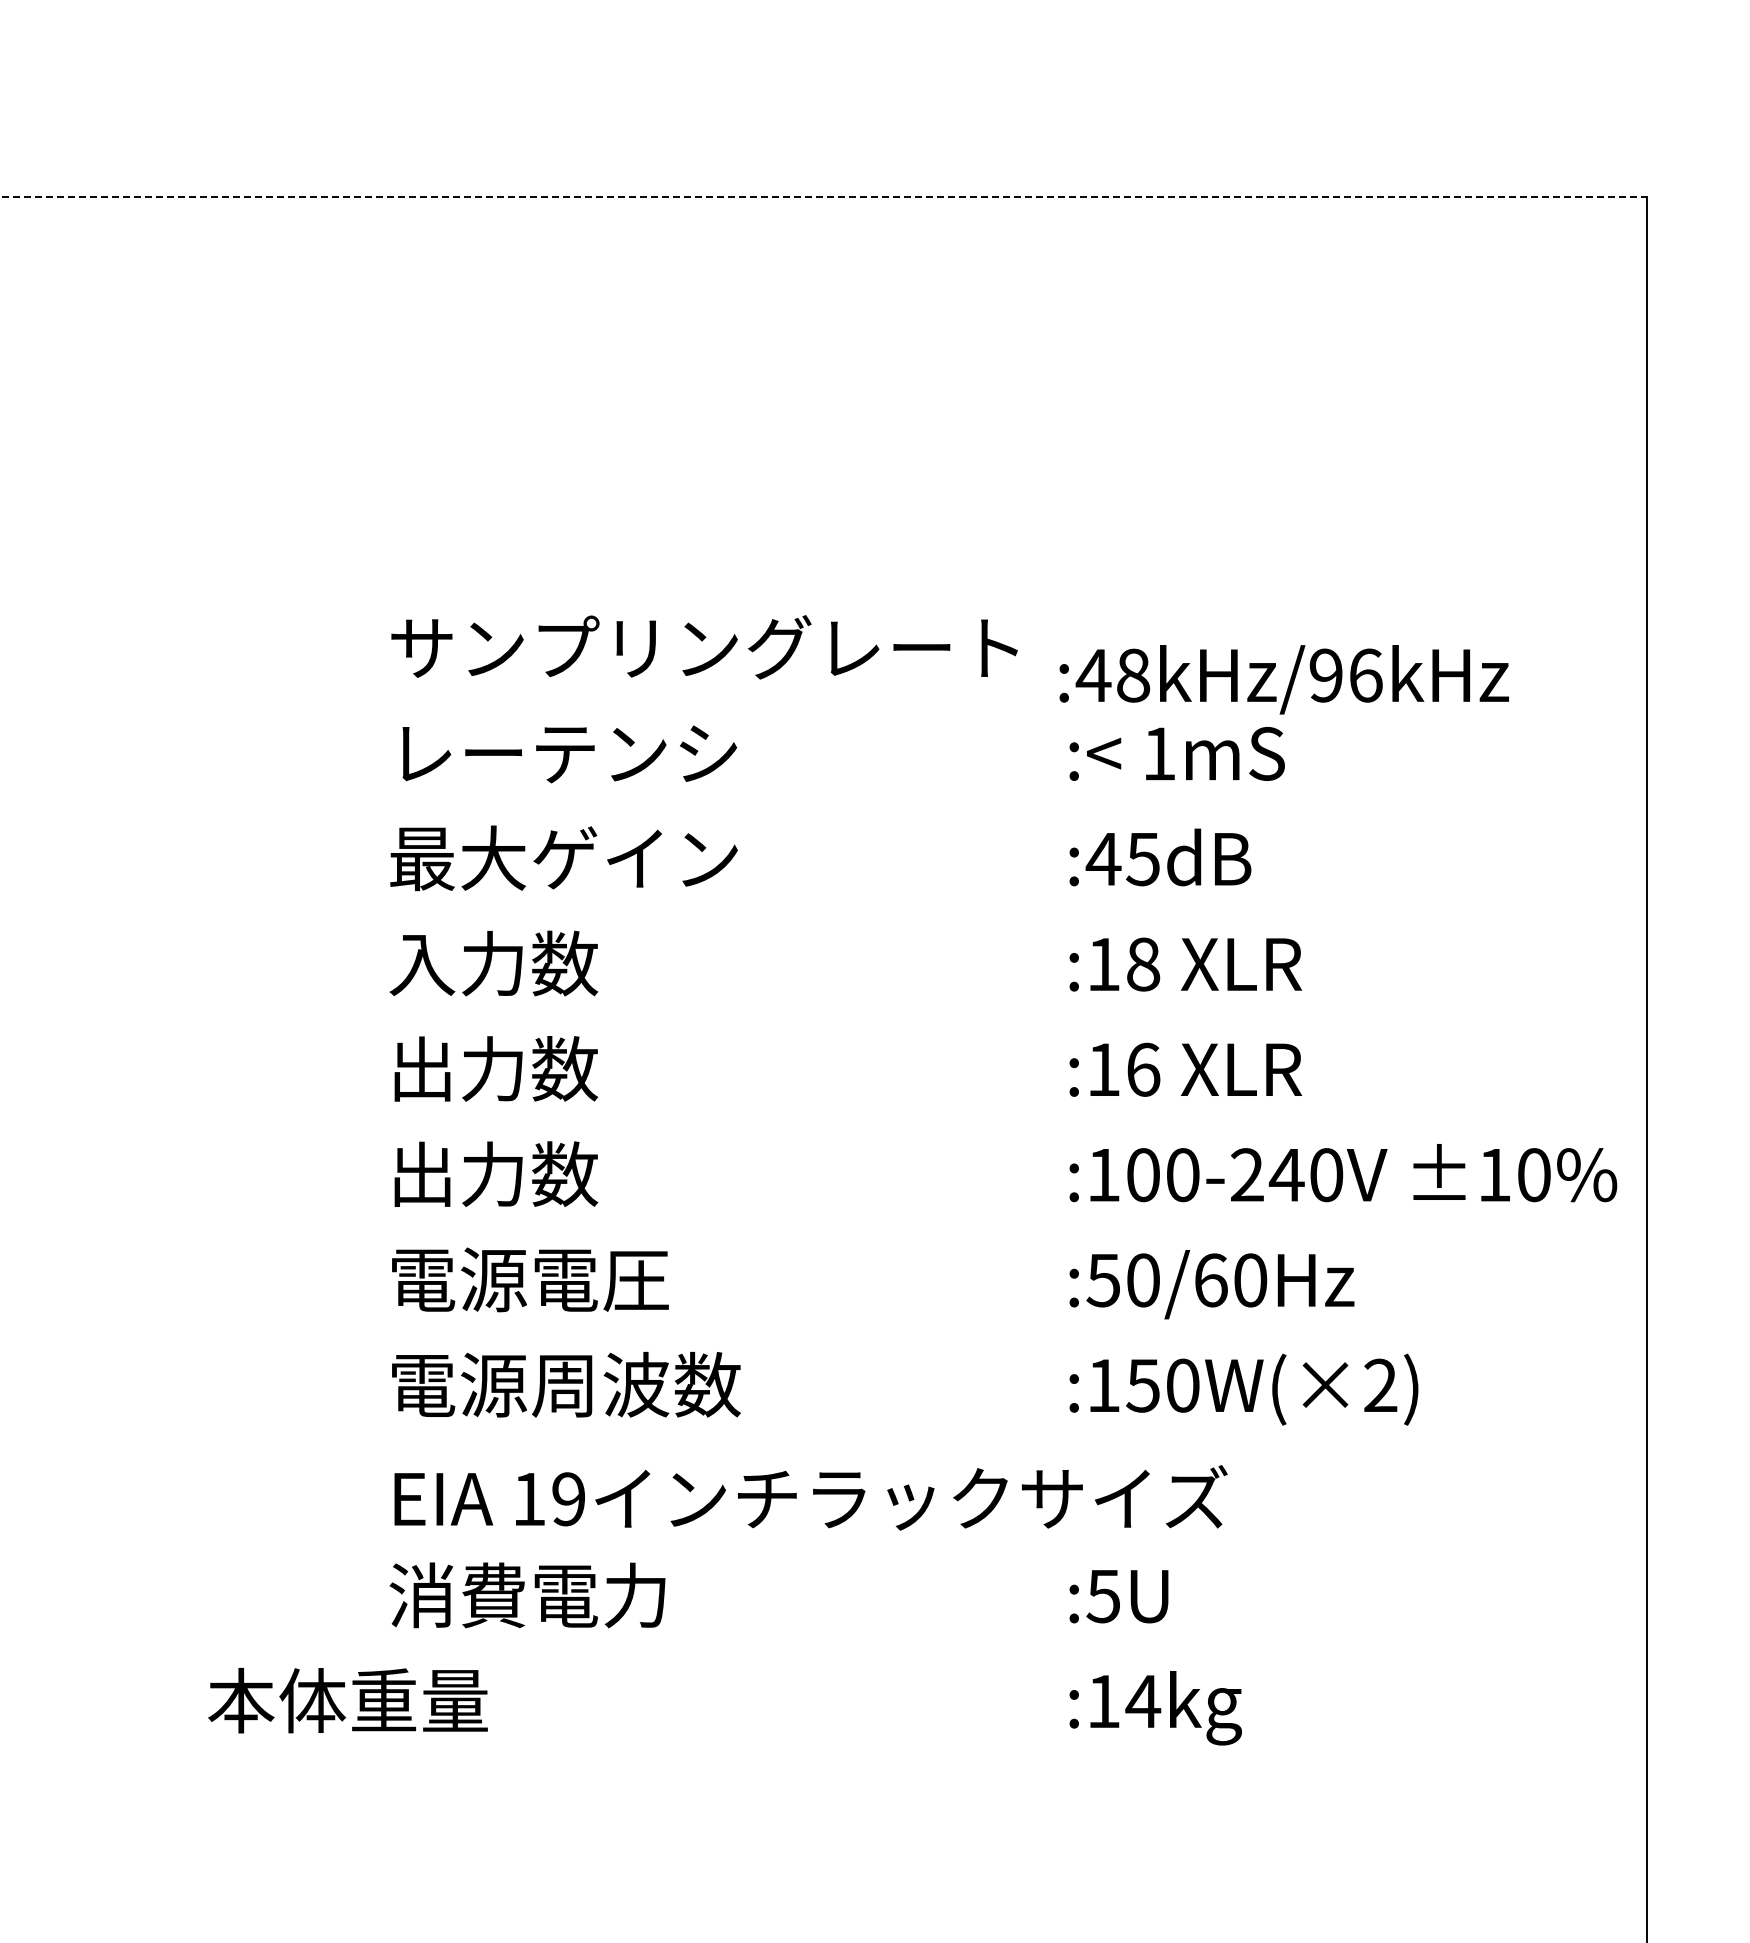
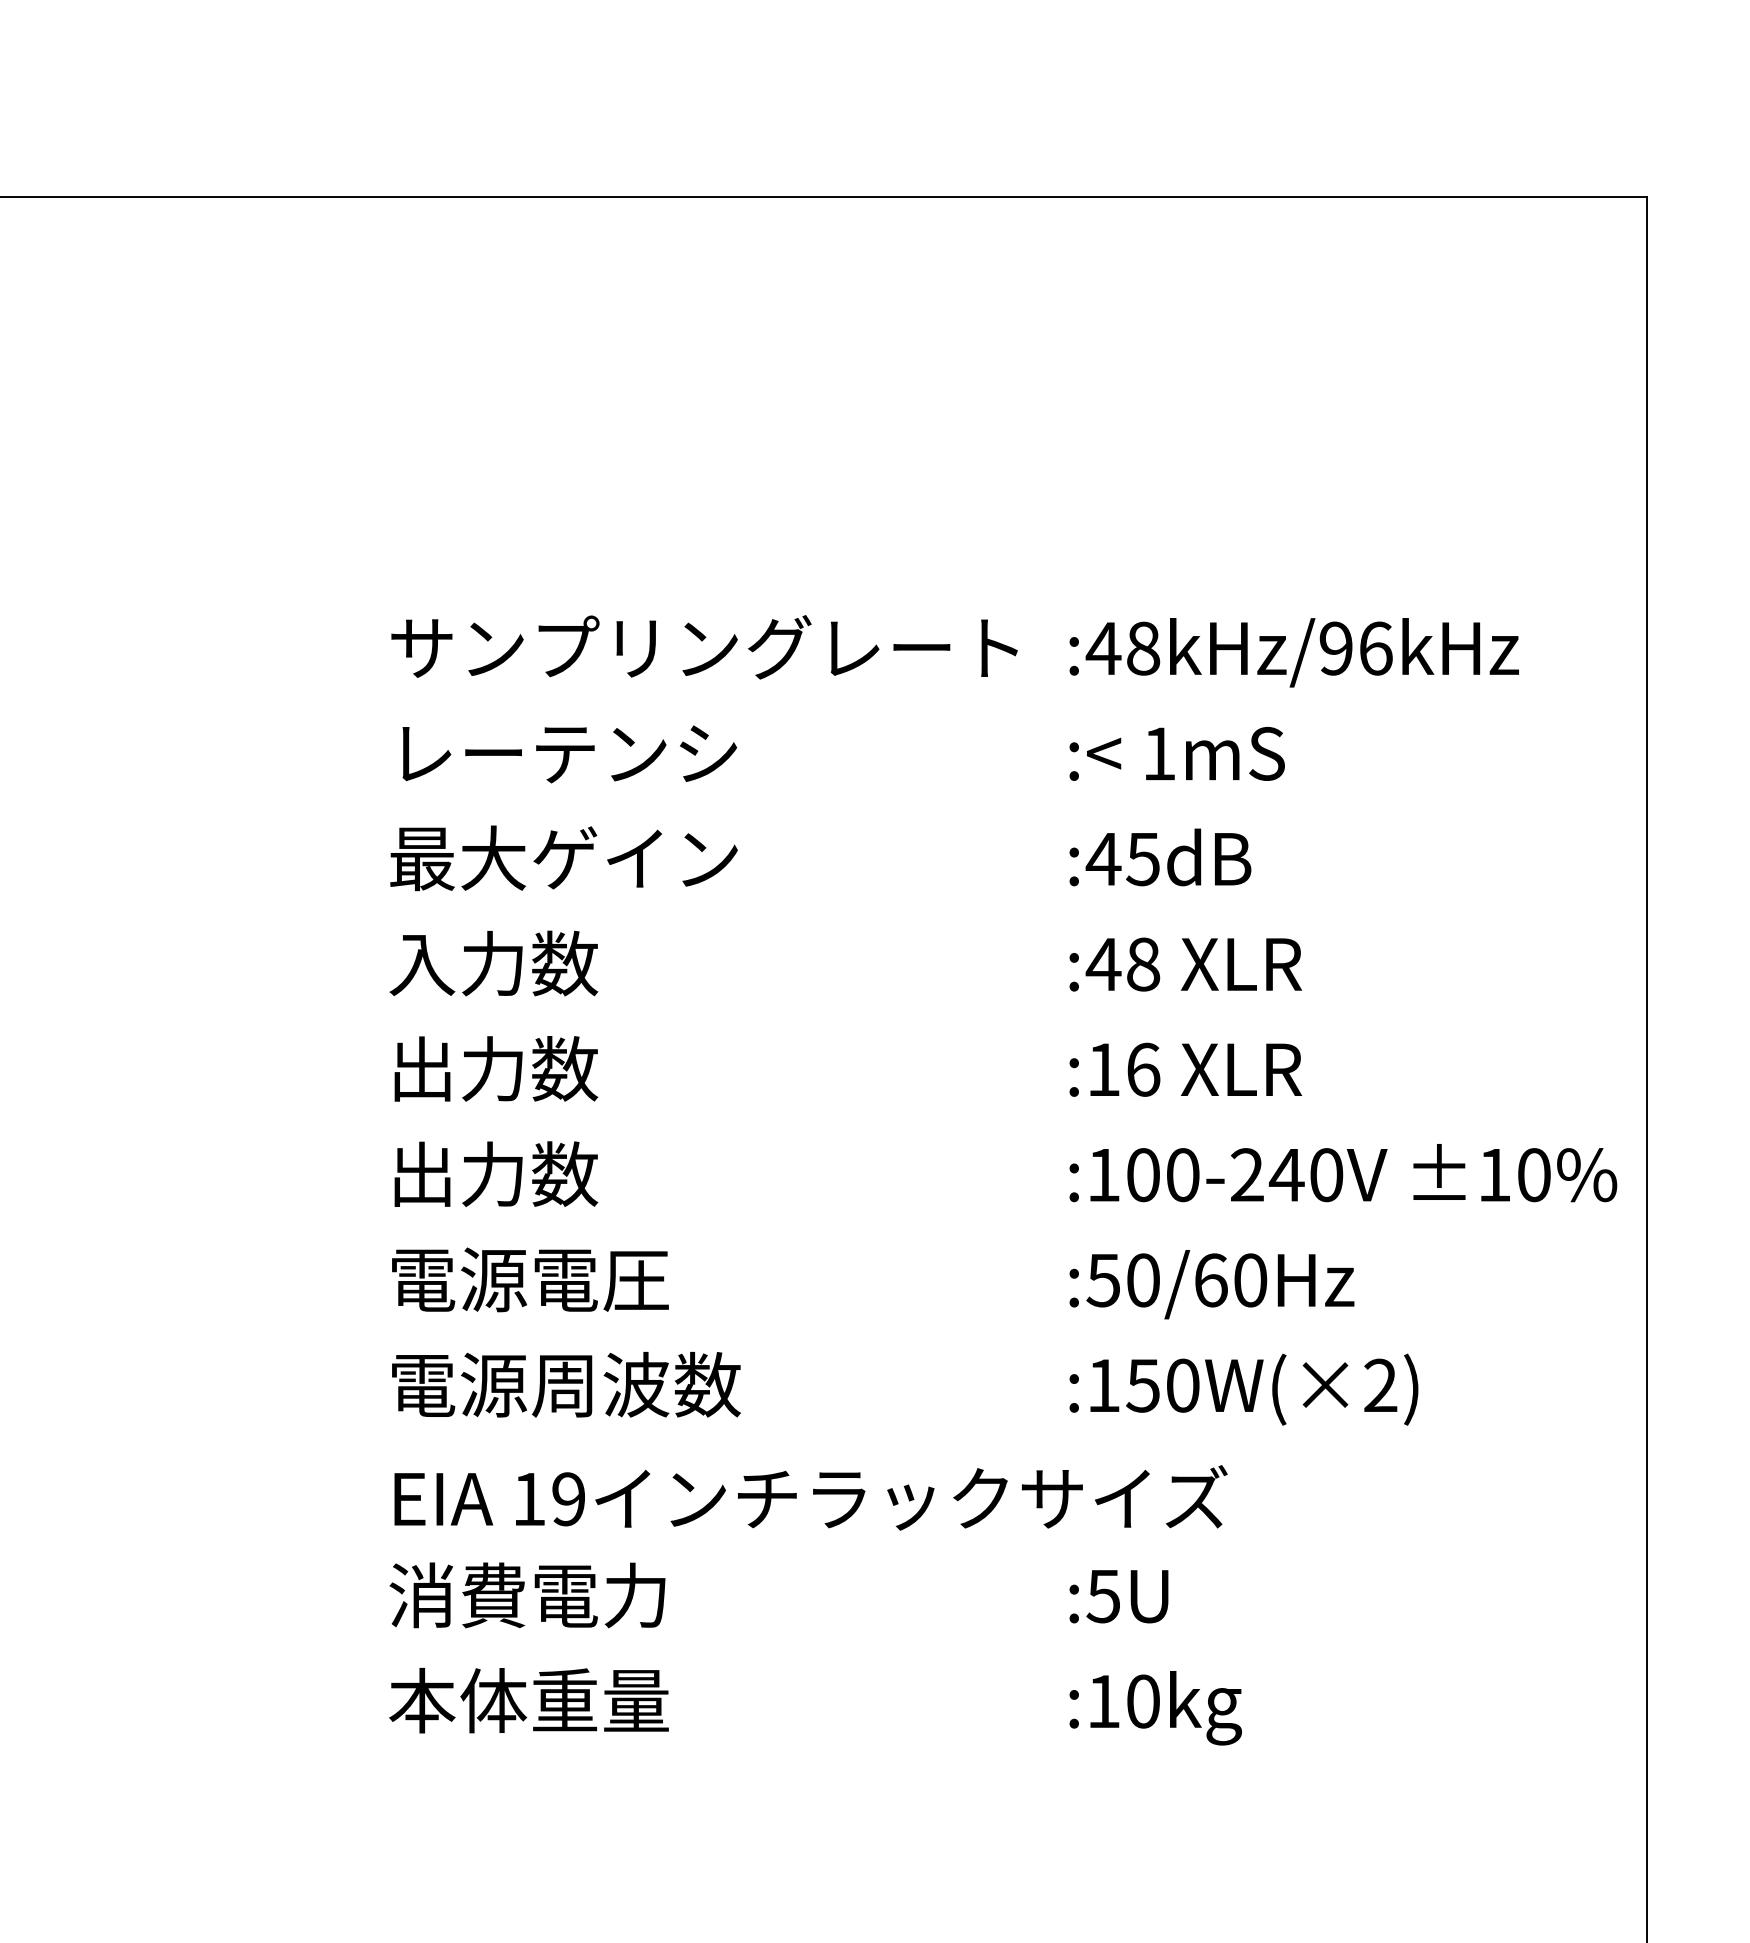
line at (823, 197): dashed -> solid
text at (1283, 679) position: (1283, 679) -> (1293, 652)
text at (1103, 964): :18 -> :48
text at (347, 1700) position: (347, 1700) -> (528, 1700)
text at (1143, 1701): :14kg -> :10kg
